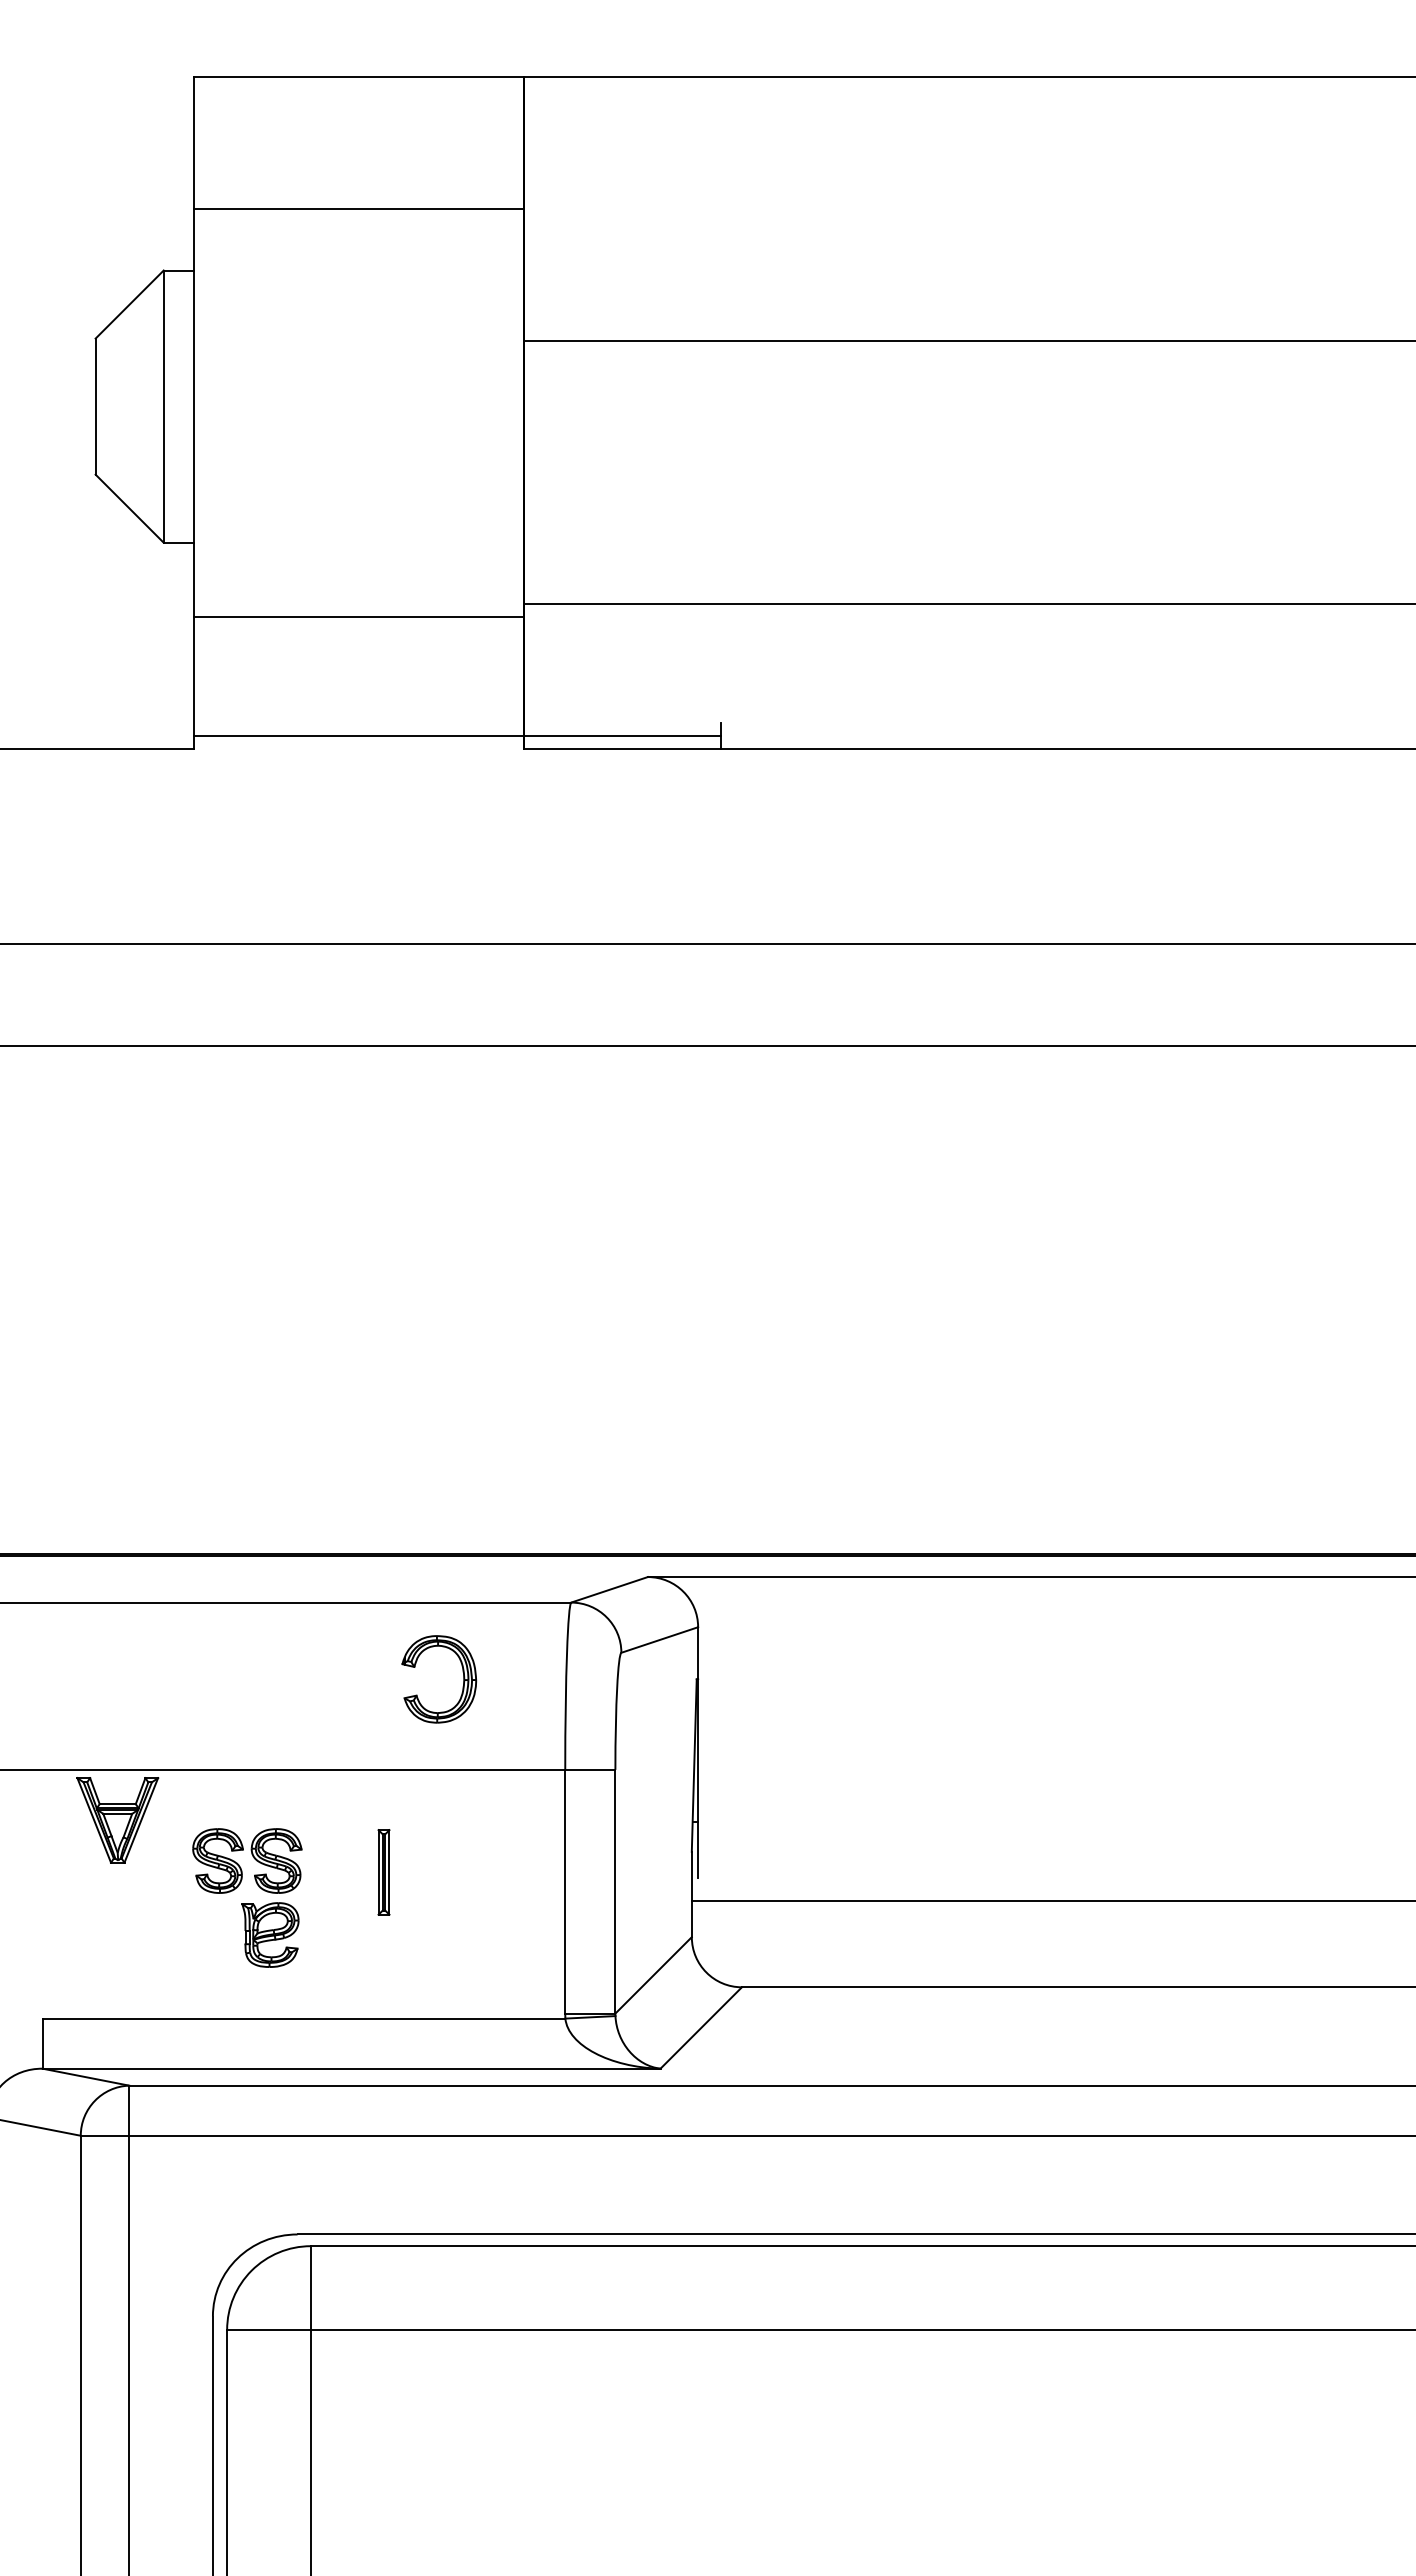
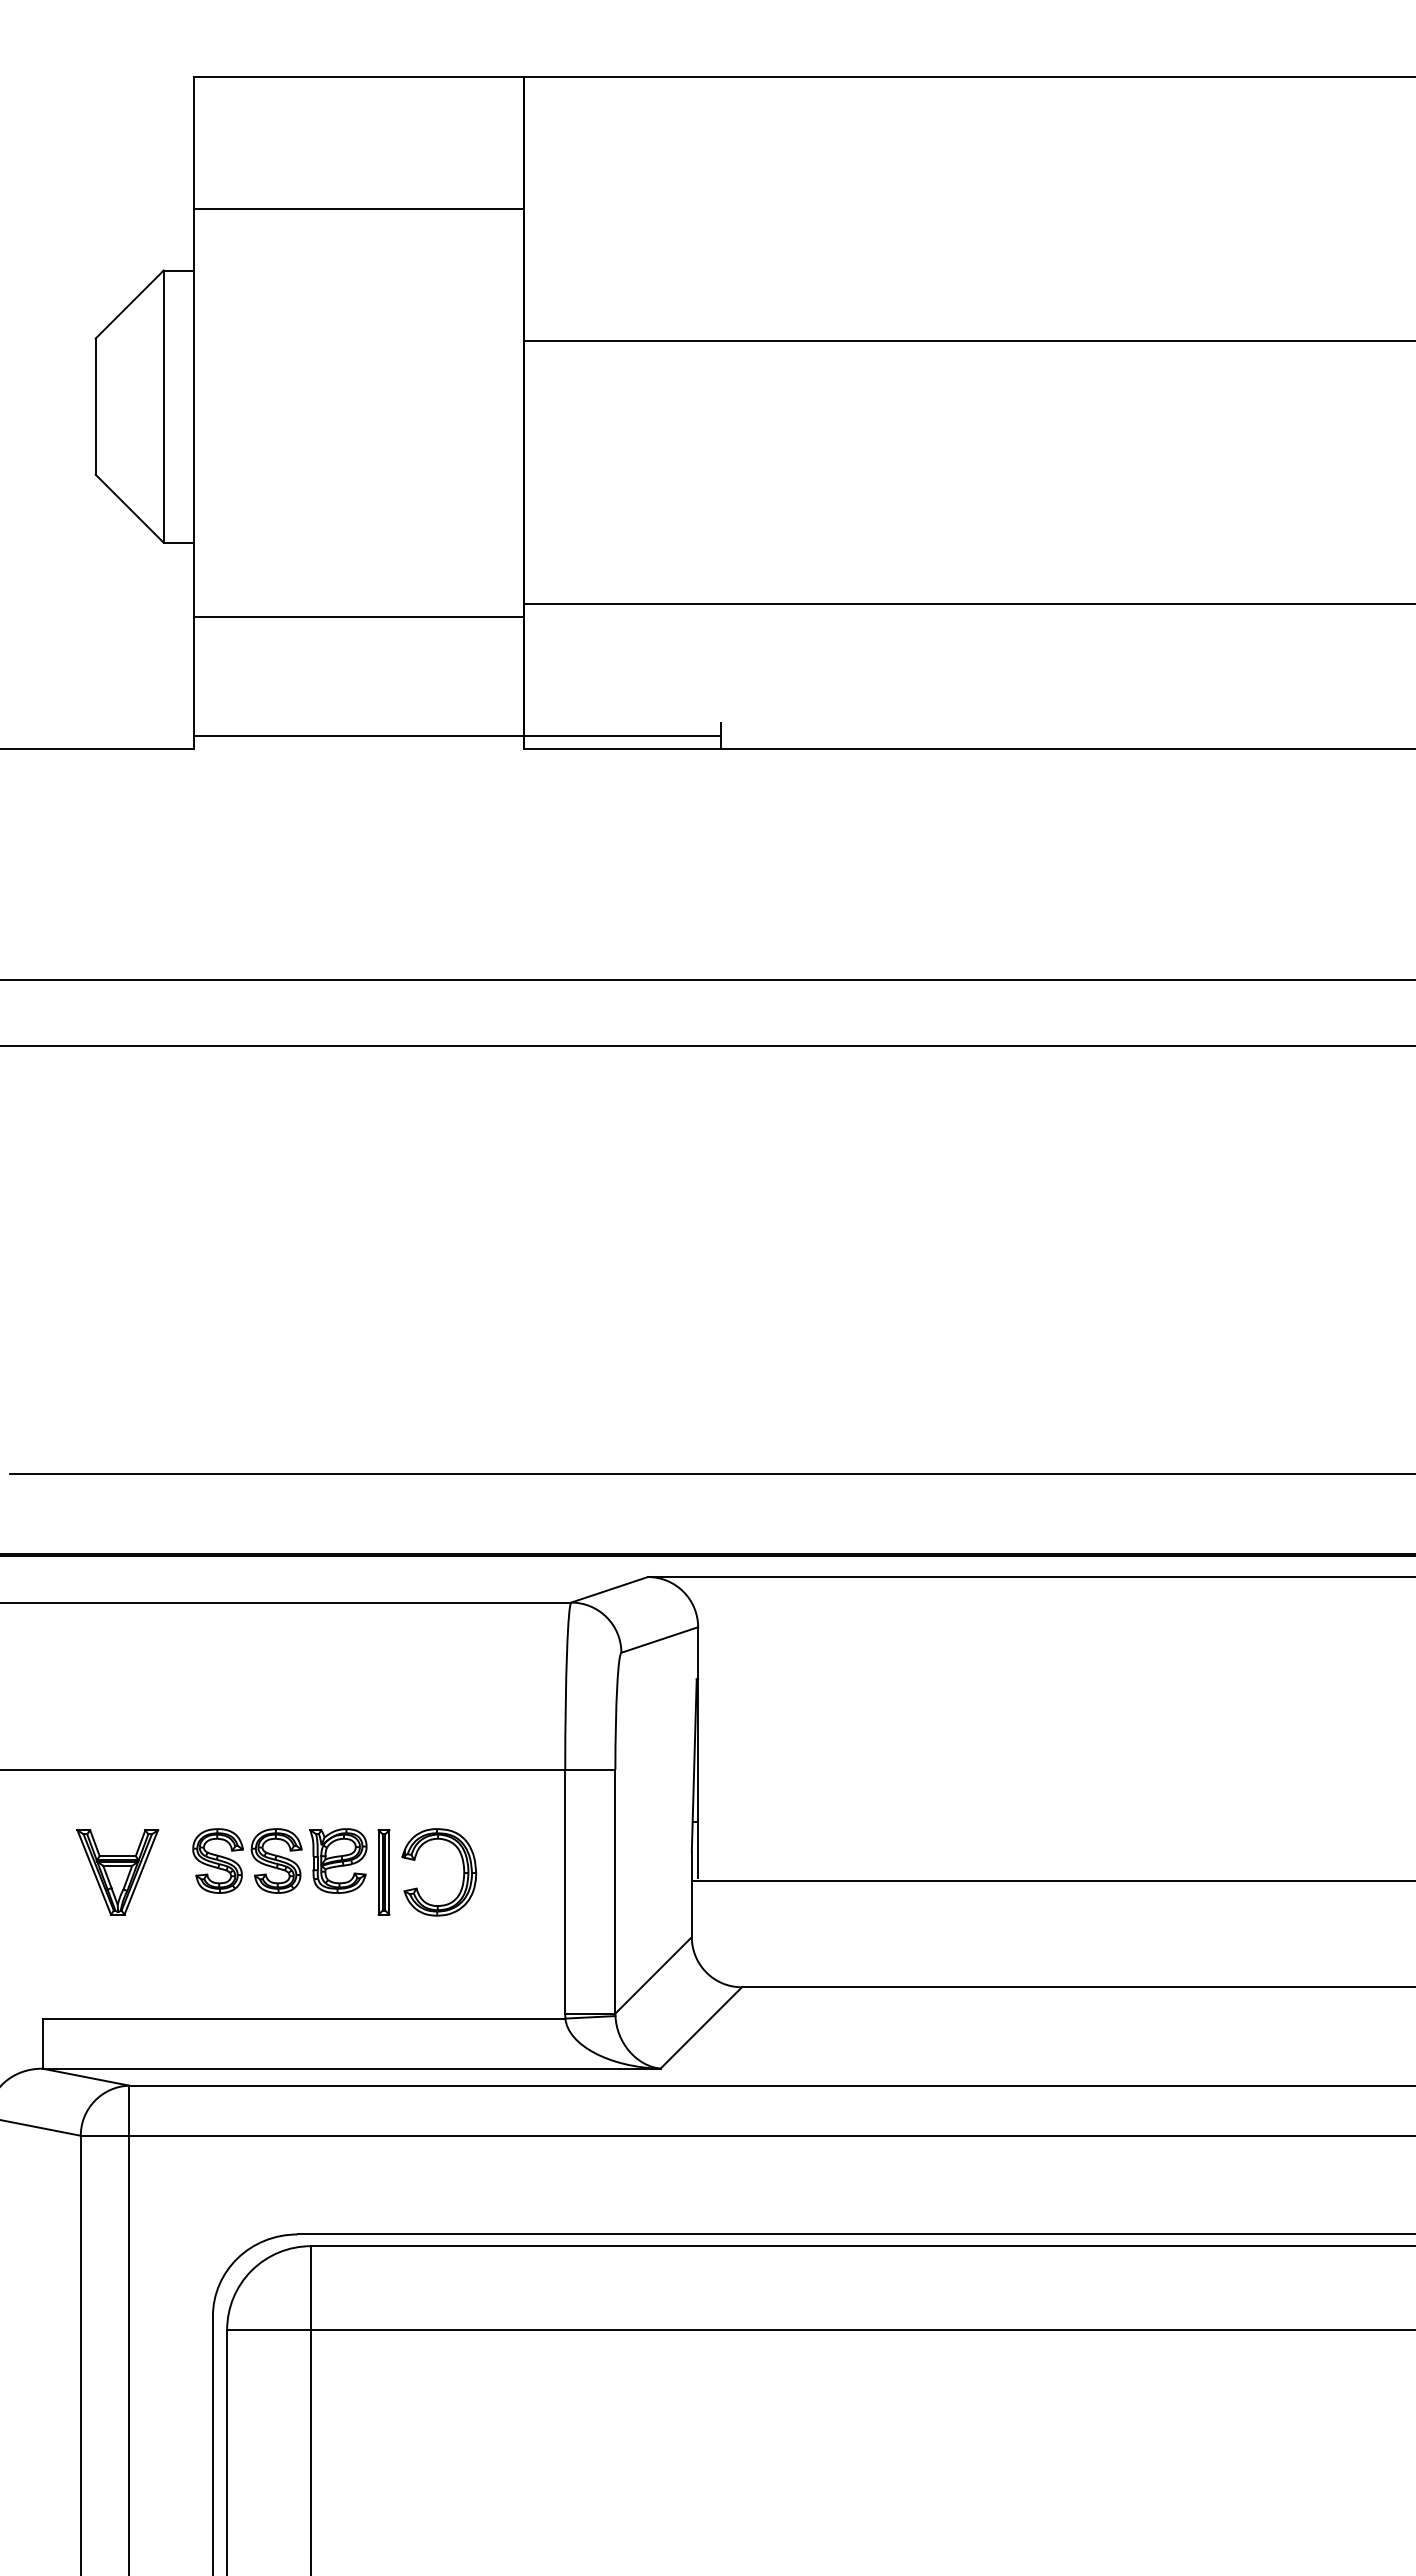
line at (707, 943) position: (707, 943) -> (707, 979)
line at (710, 1473): none -> present
part at (463, 1679) position: (463, 1679) -> (463, 1872)
part at (117, 1820) position: (117, 1820) -> (117, 1872)
line at (1051, 1900) position: (1051, 1900) -> (1051, 1880)
part at (270, 1934) position: (270, 1934) -> (338, 1860)
